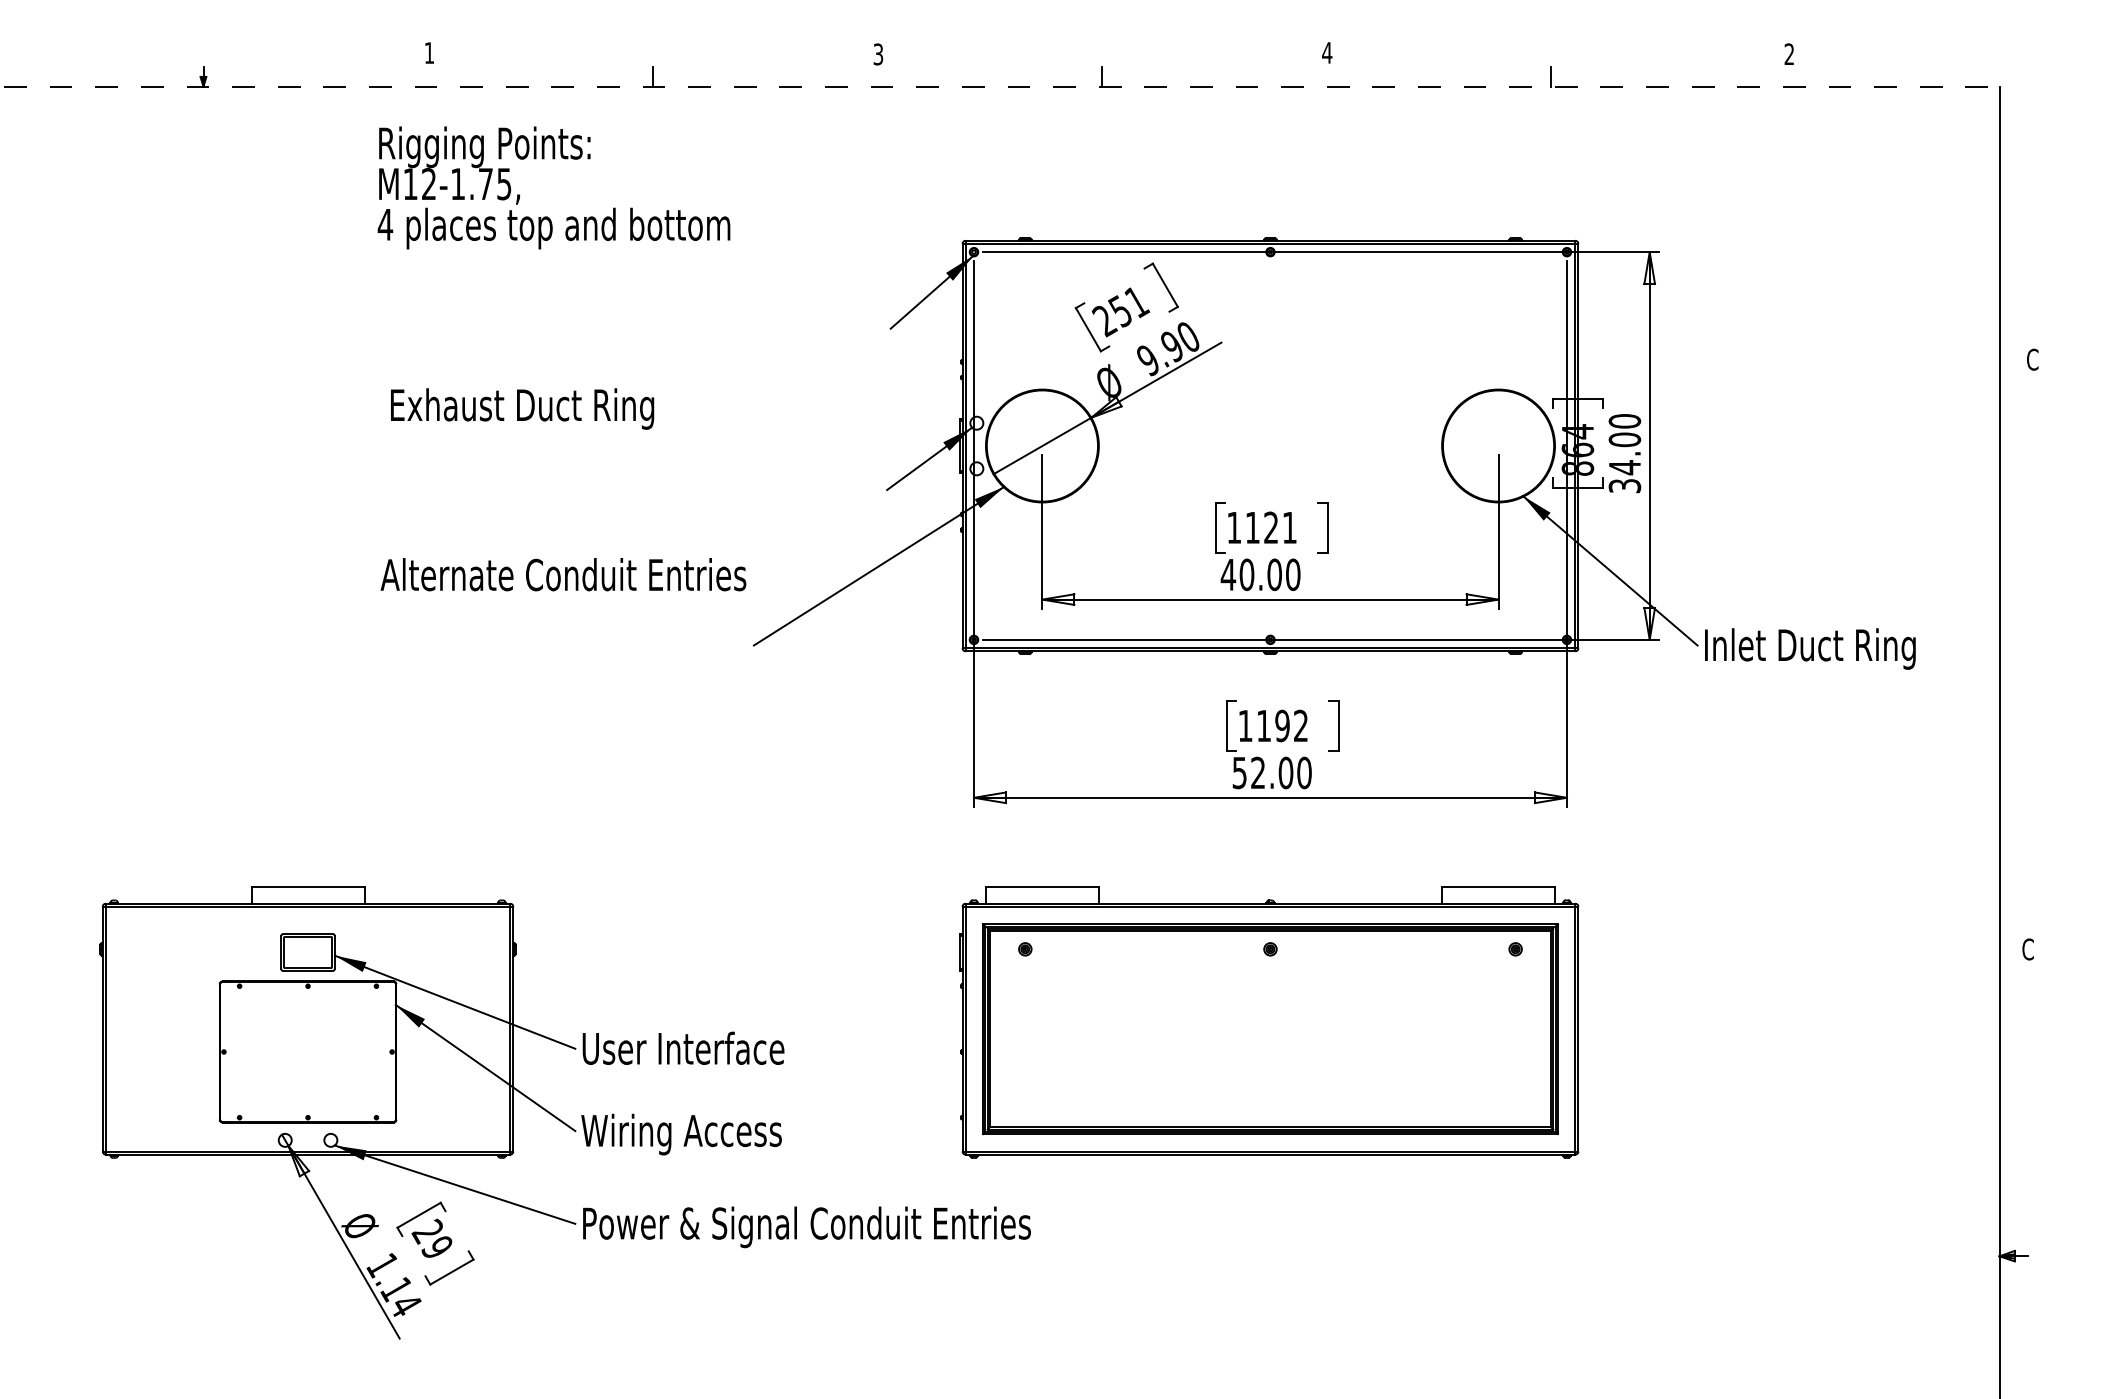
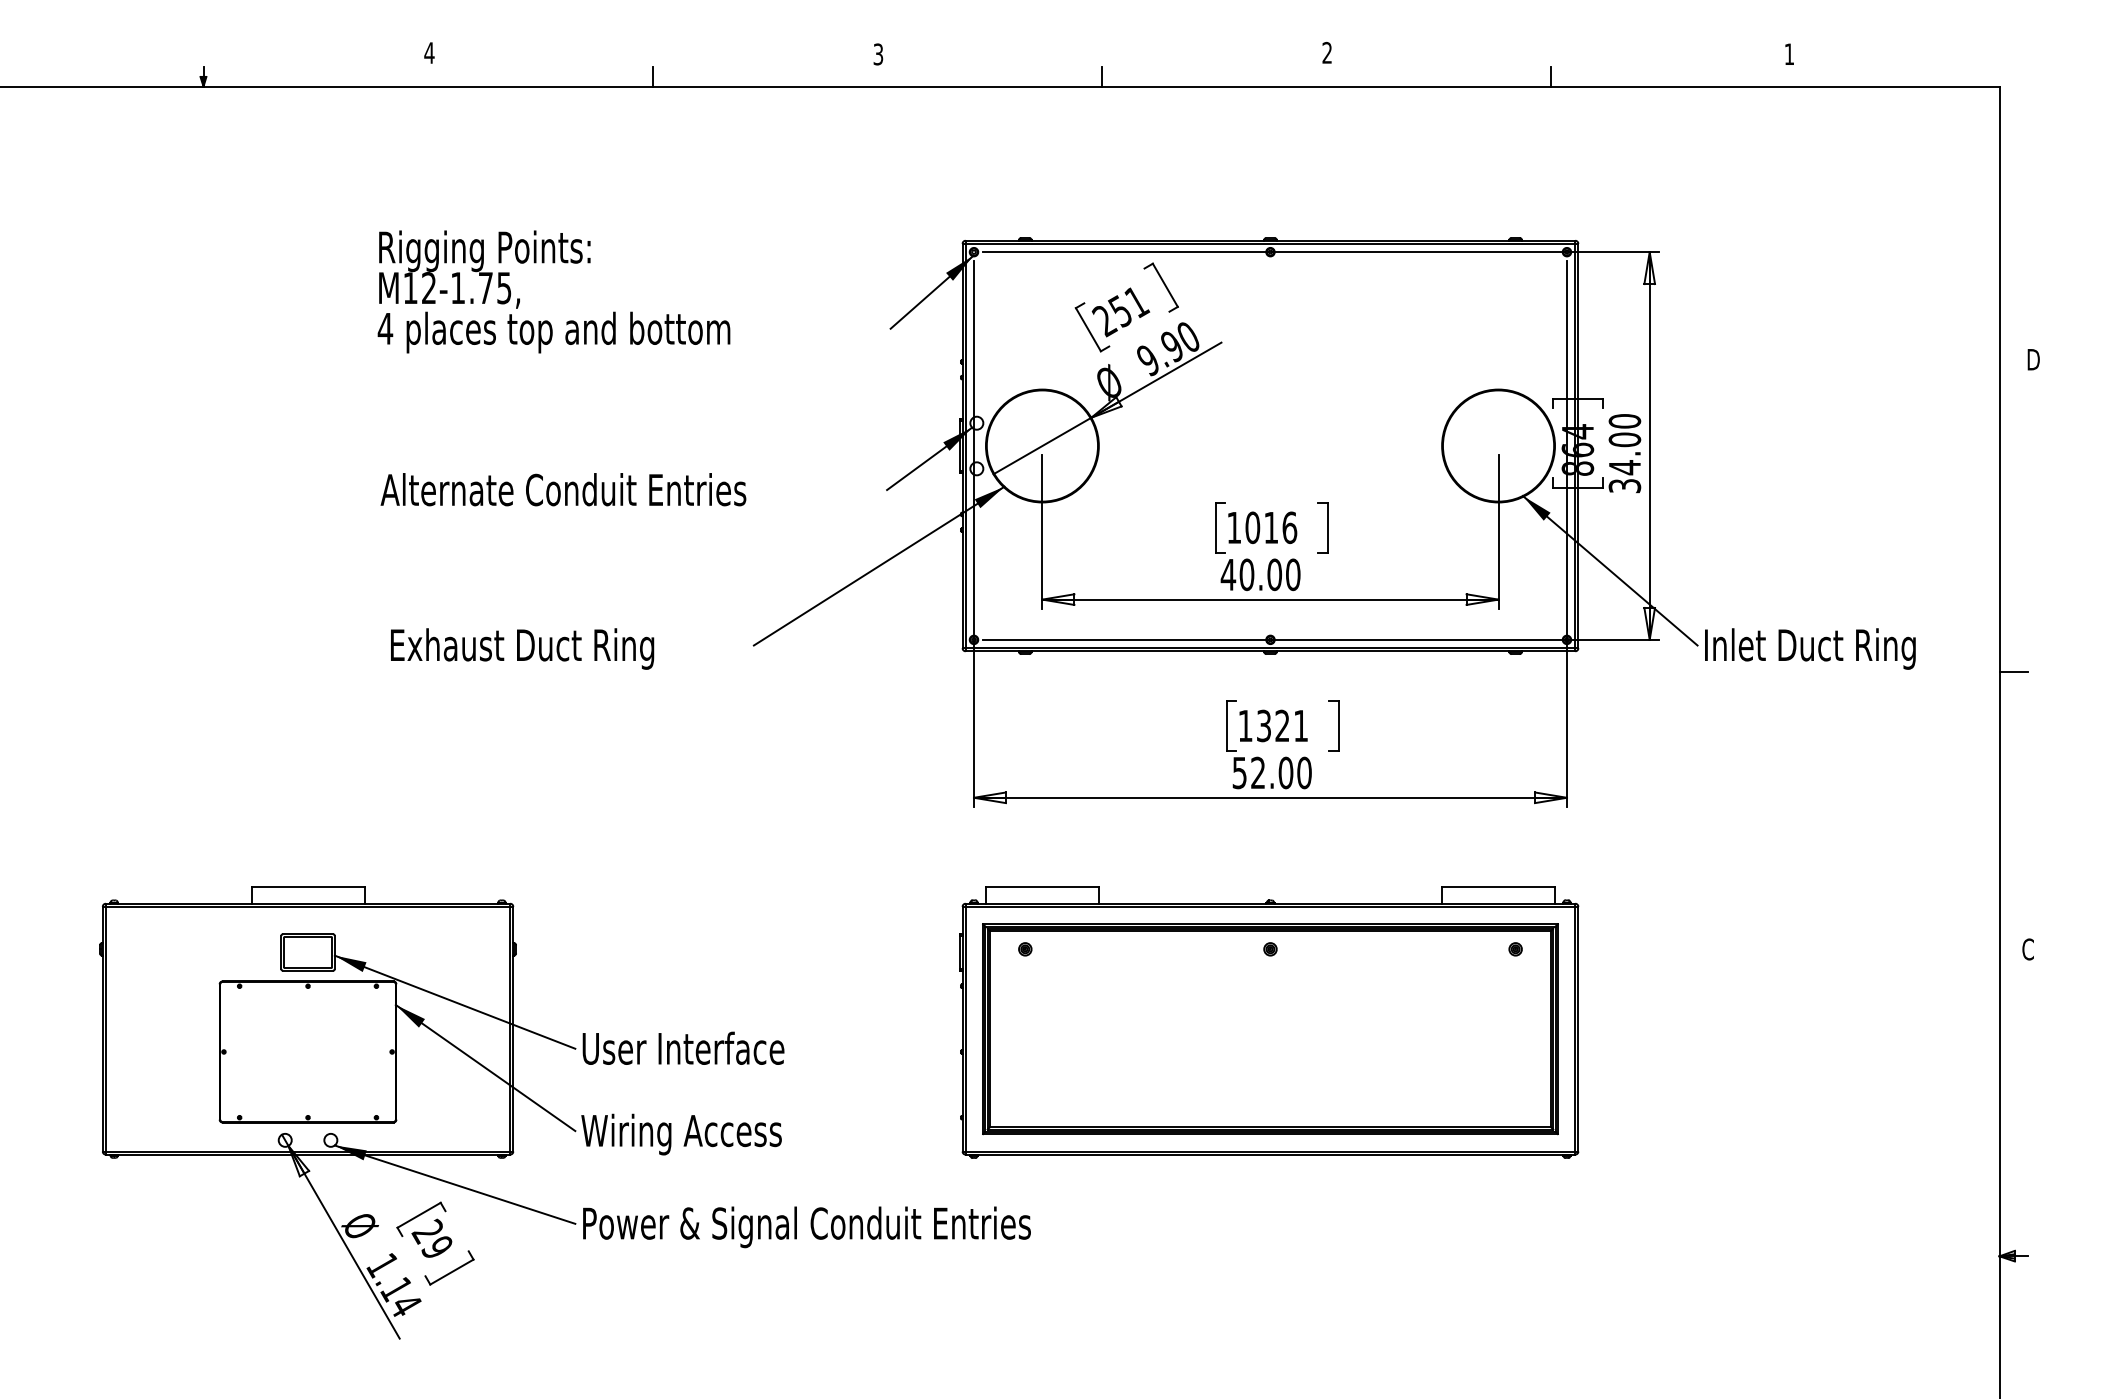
text at (429, 52): 1 -> 4
text at (1327, 52): 4 -> 2
text at (1788, 53): 2 -> 1
line at (1000, 86): dashed -> solid
text at (553, 187) position: (553, 187) -> (553, 291)
text at (2033, 359): C -> D
text at (522, 408) position: (522, 408) -> (522, 648)
text at (1271, 527): 1121 -> 1016
text at (563, 574) position: (563, 574) -> (563, 489)
line at (2013, 671): none -> present
text at (1282, 725): 1192 -> 1321
